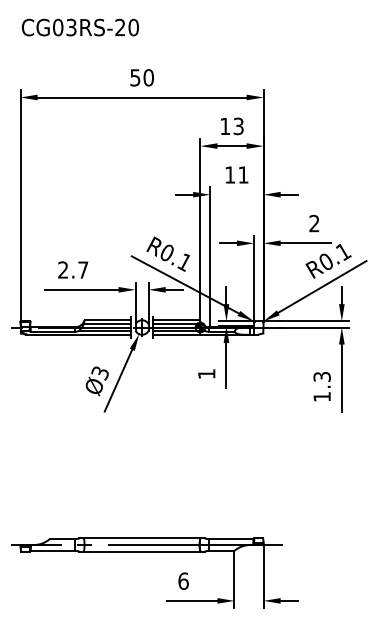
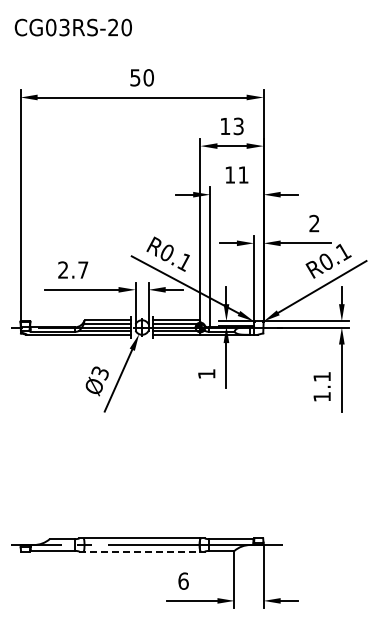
text at (79, 27) position: (79, 27) -> (72, 27)
text at (321, 376): 1.3 -> 1.1
line at (140, 551): solid -> dashed
